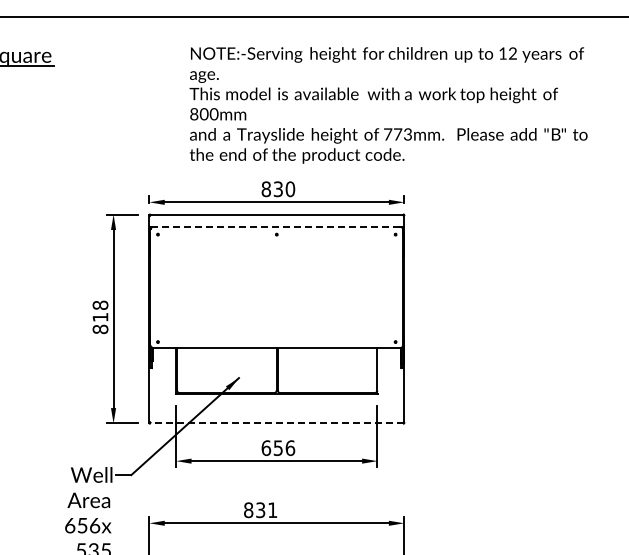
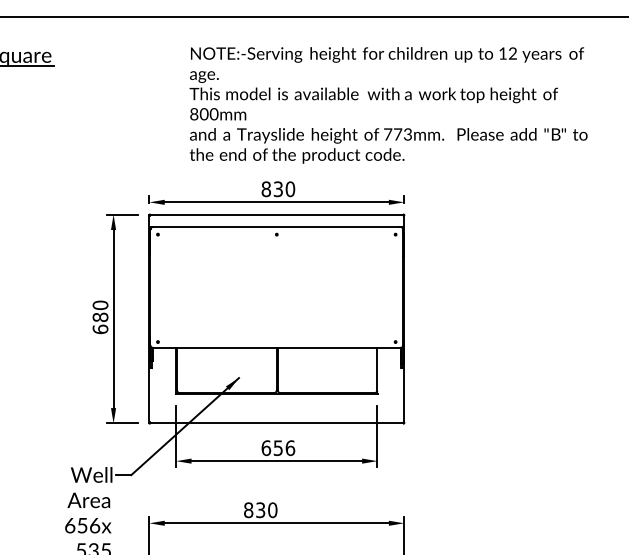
line at (276, 226): dashed -> solid
text at (100, 317): 818 -> 680
line at (276, 423): dashed -> solid
text at (272, 510): 831 -> 830
